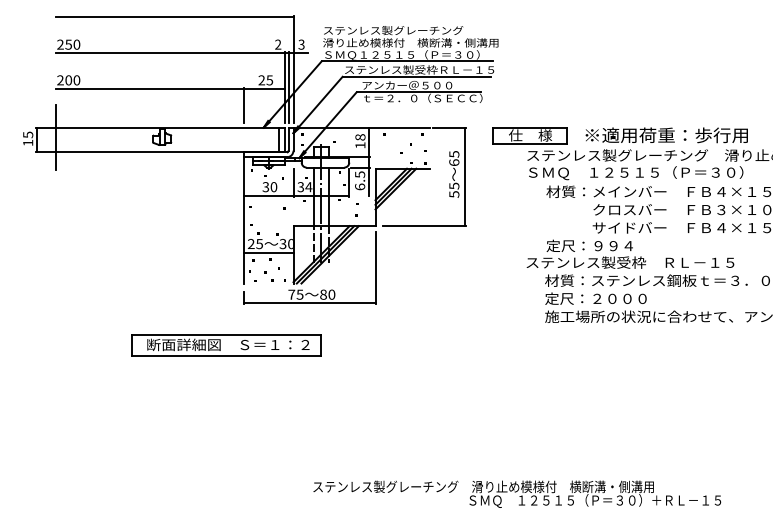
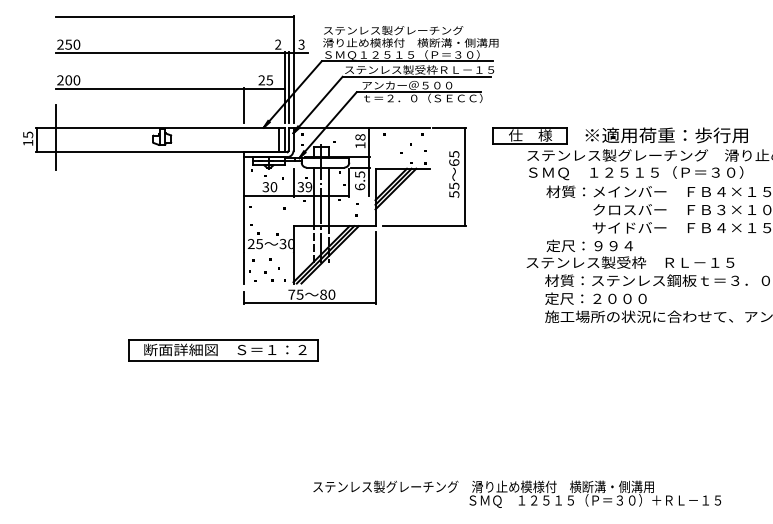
text at (308, 187): 34 -> 39
line at (268, 252): present -> none
part at (226, 345) position: (226, 345) -> (223, 350)
